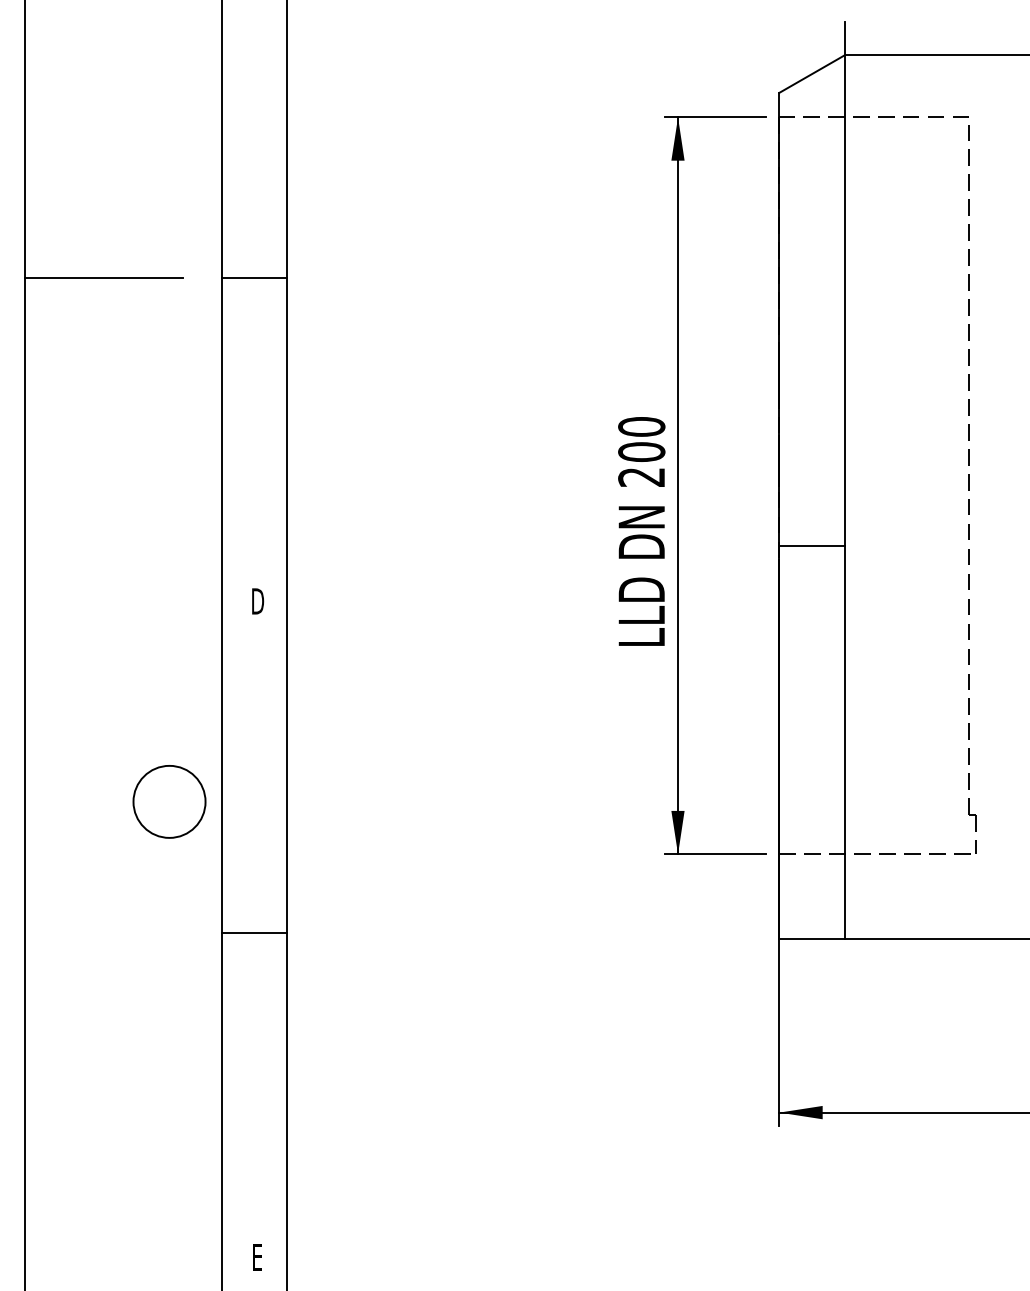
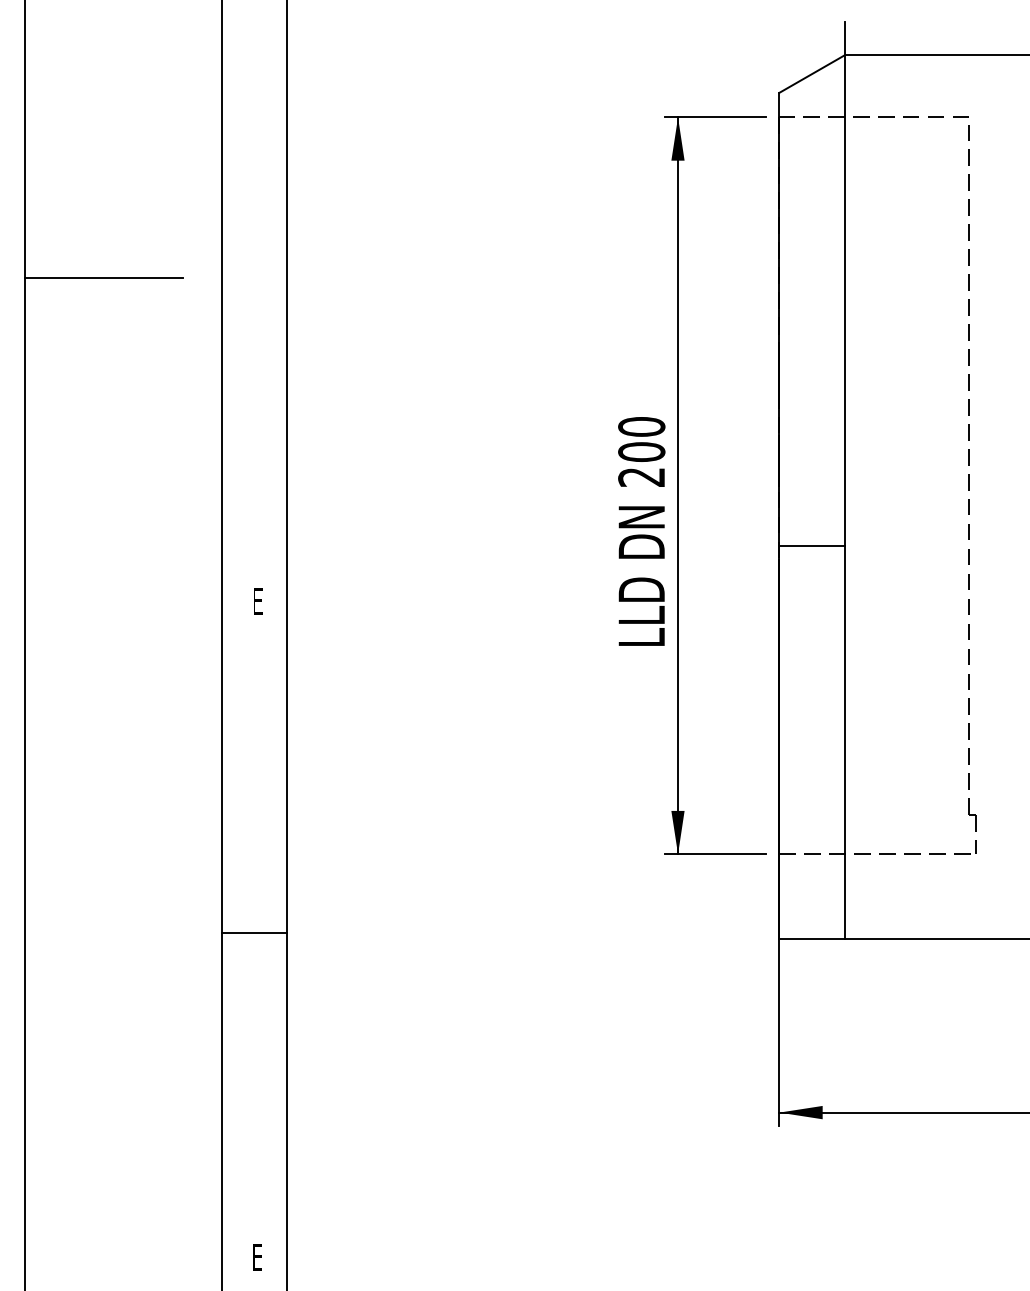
line at (254, 277): present -> none
text at (258, 601): D -> E
circle at (169, 801): present -> none
